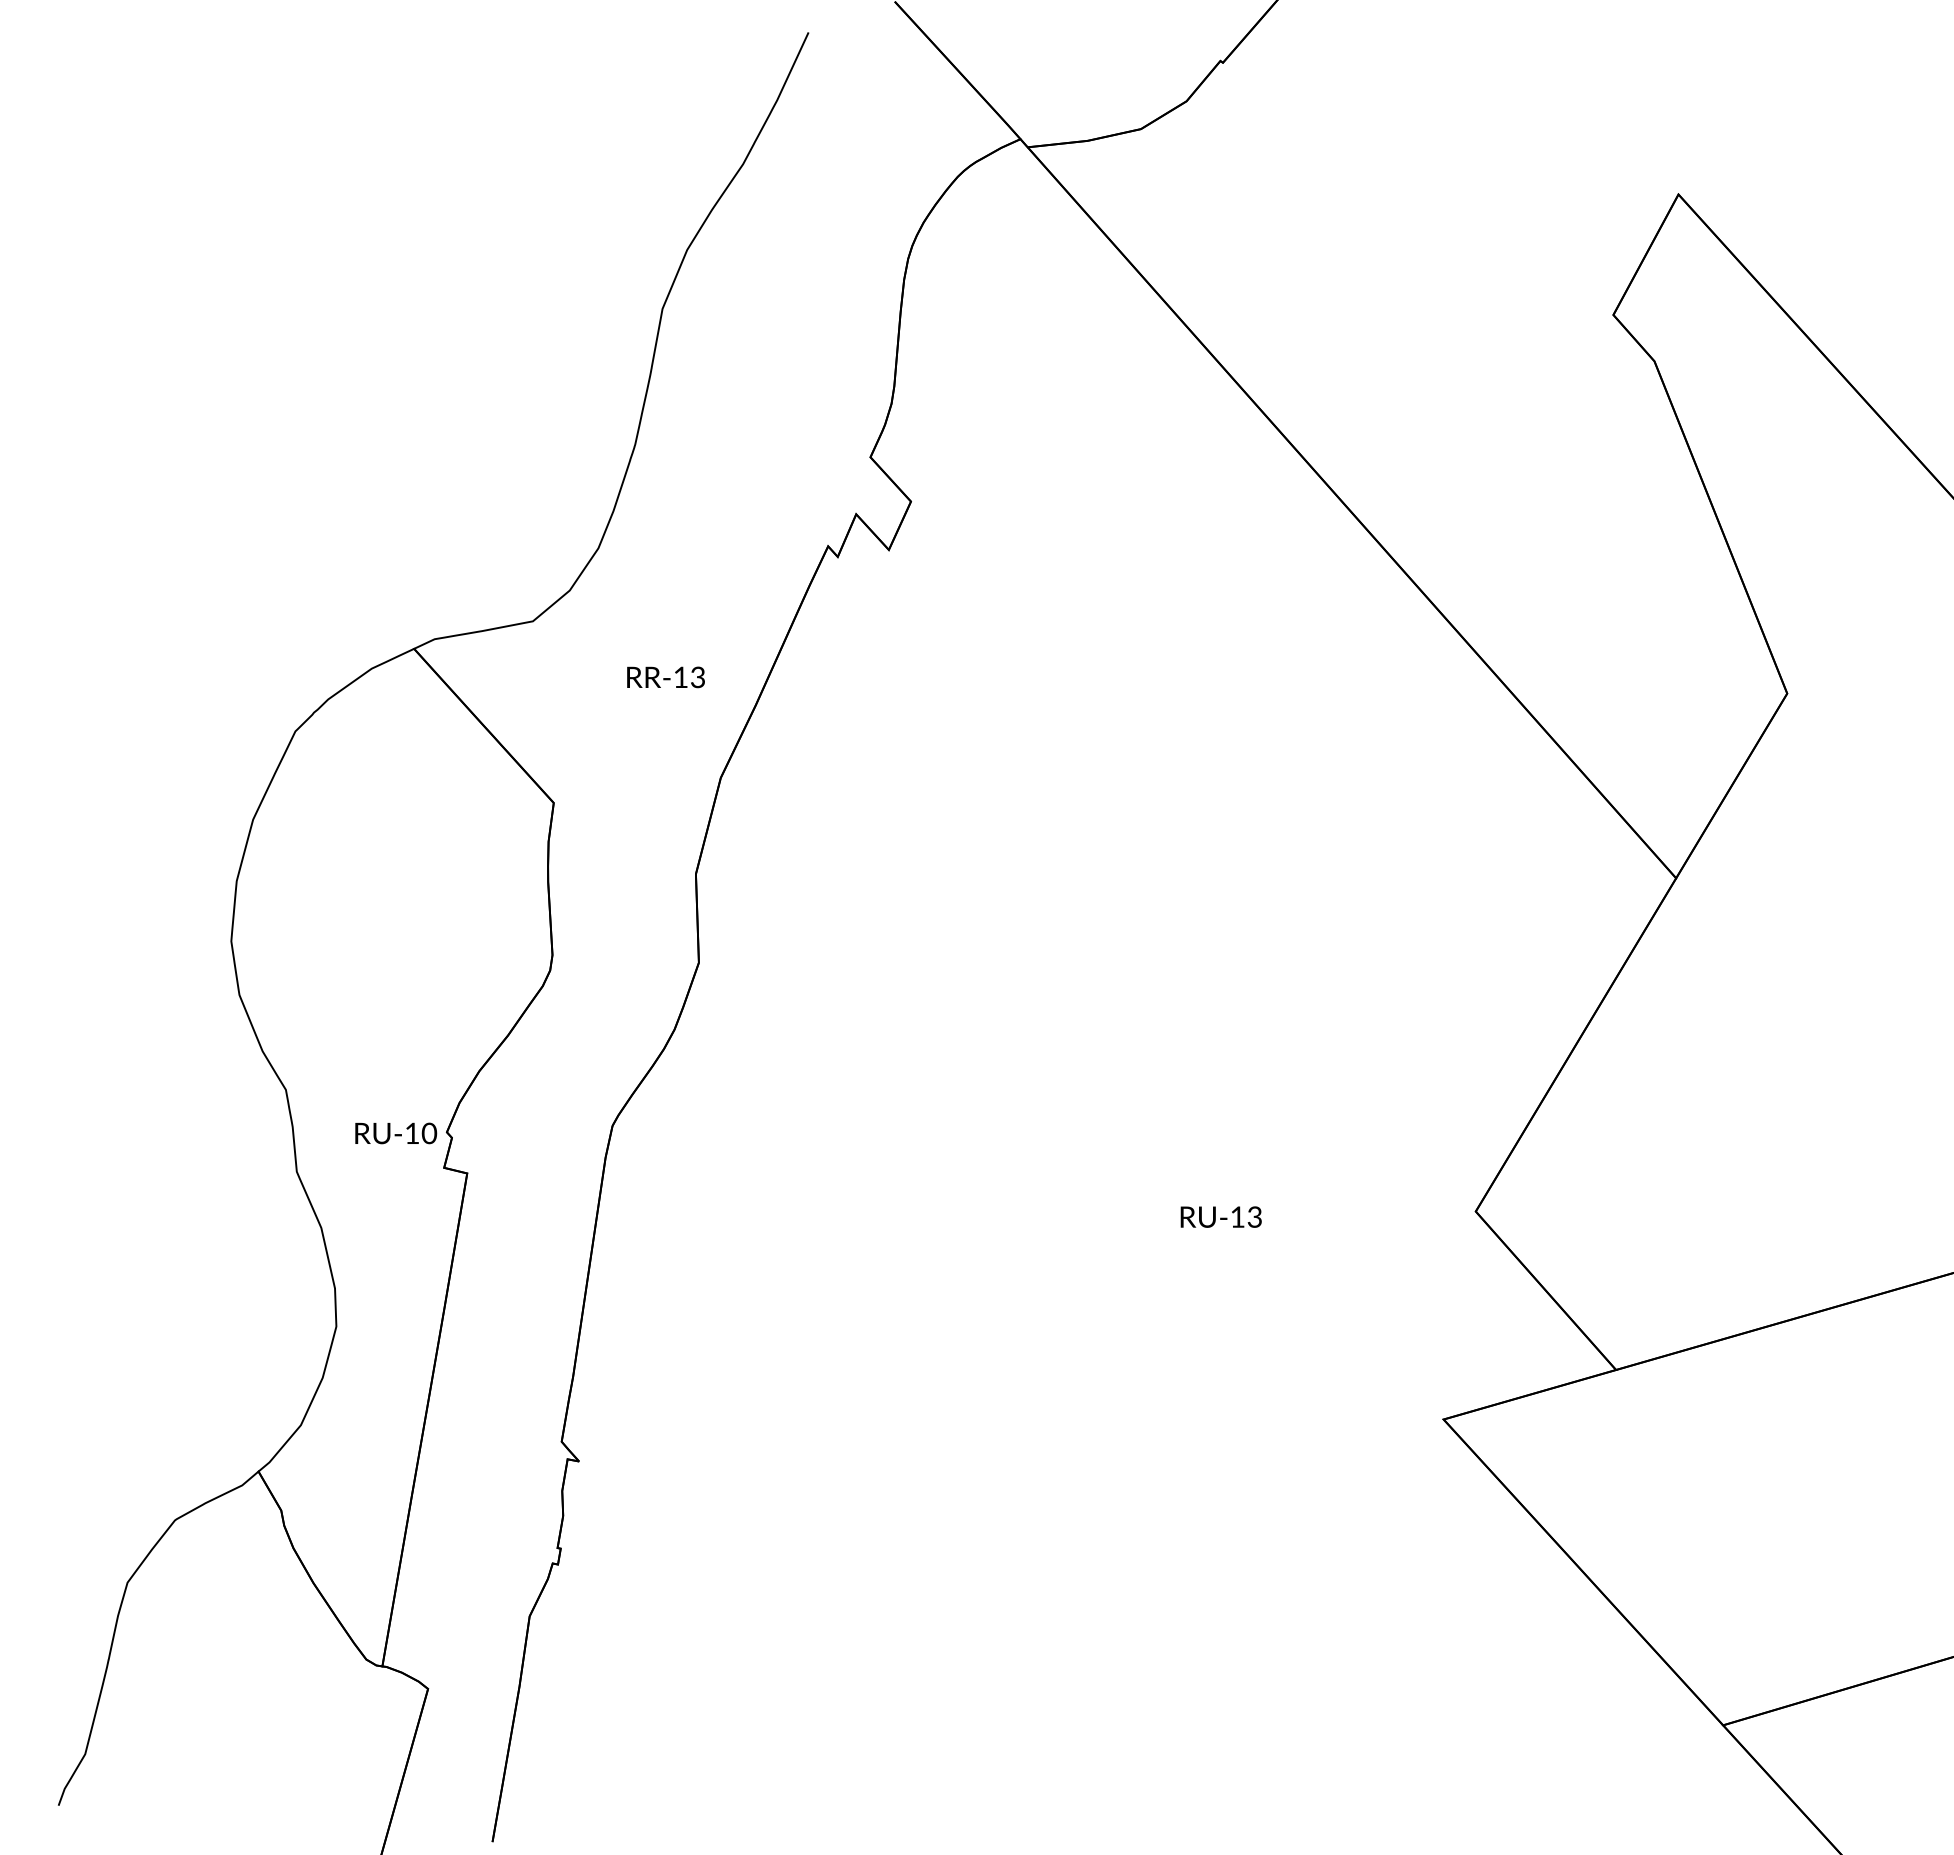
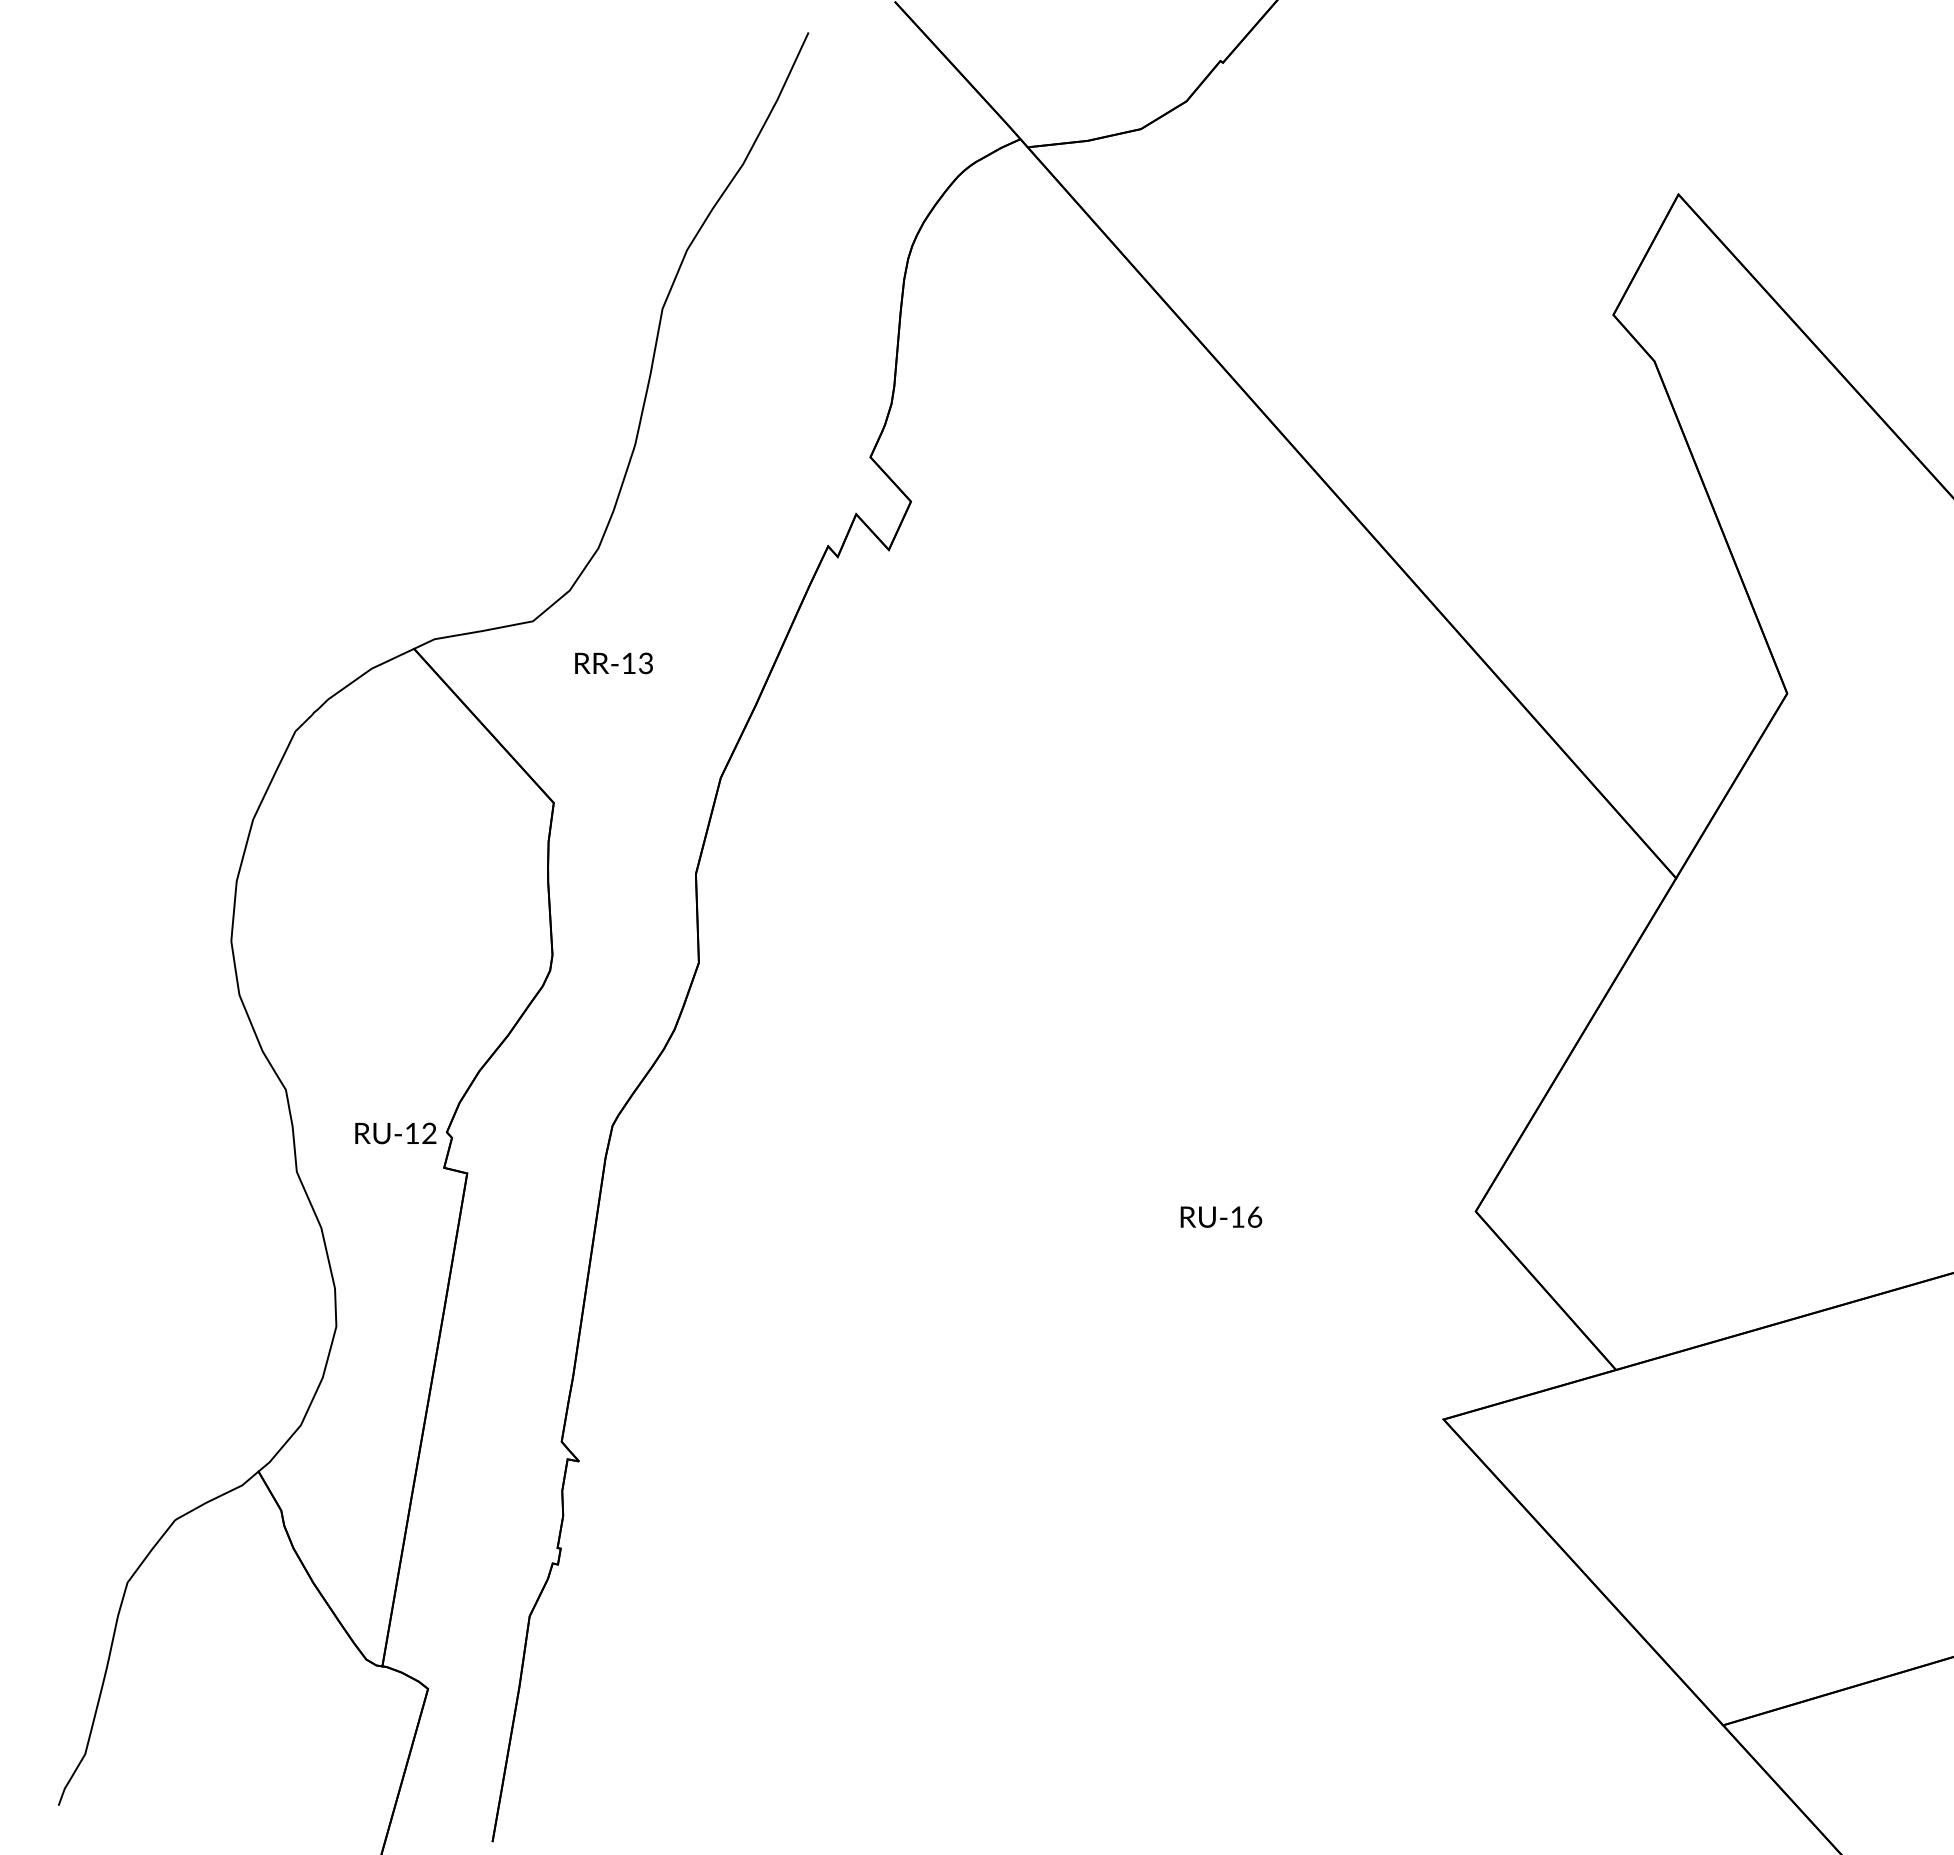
text at (665, 677) position: (665, 677) -> (613, 663)
text at (429, 1133): RU-10 -> RU-12
text at (1254, 1216): RU-13 -> RU-16
